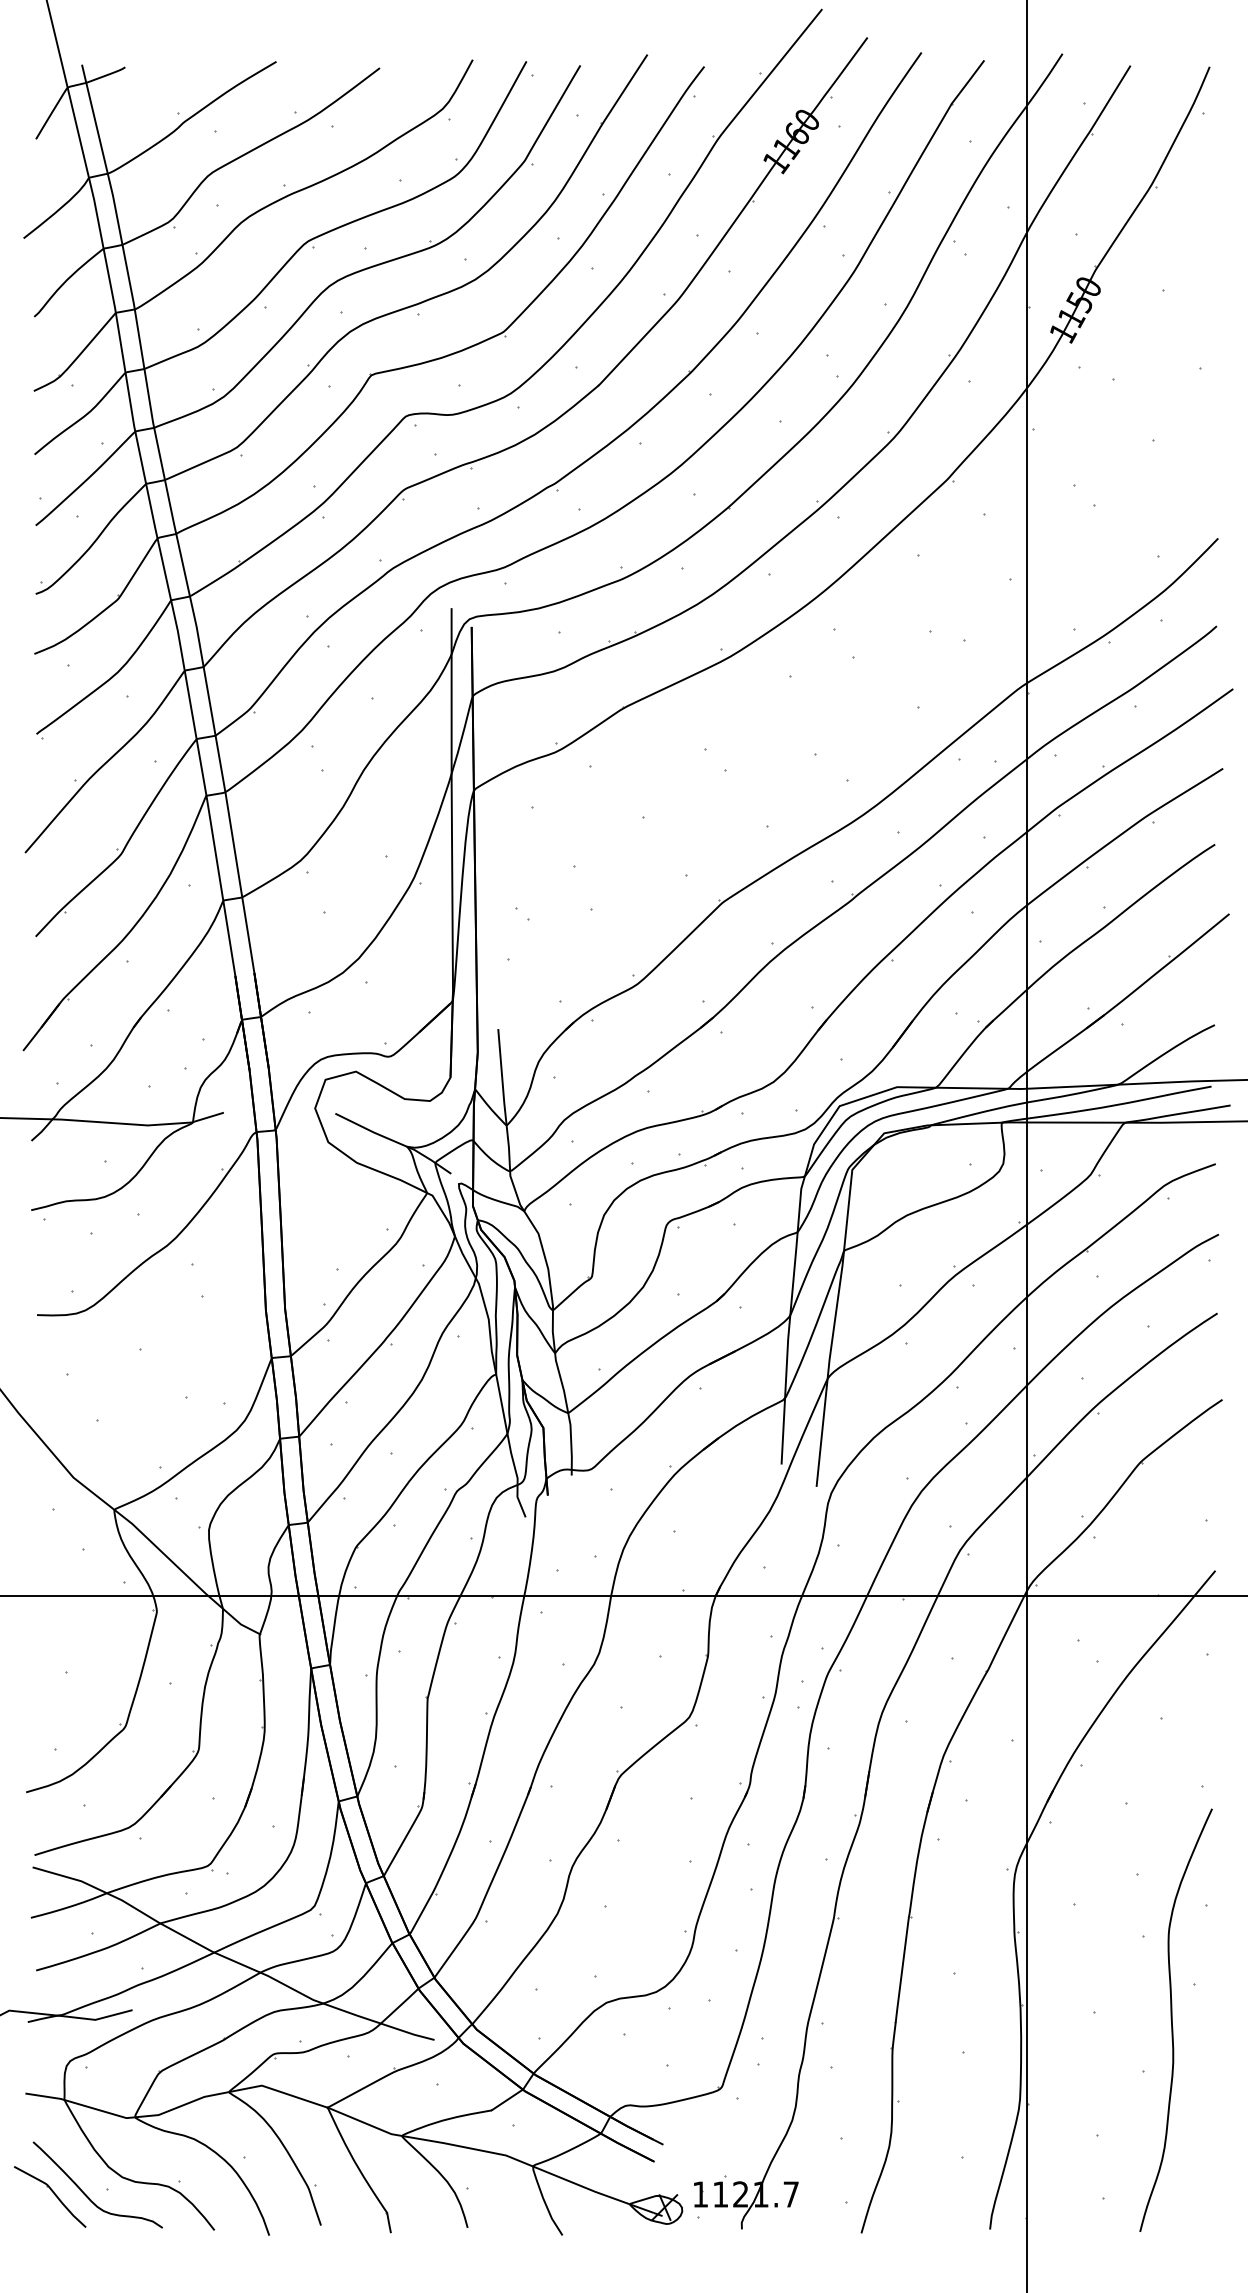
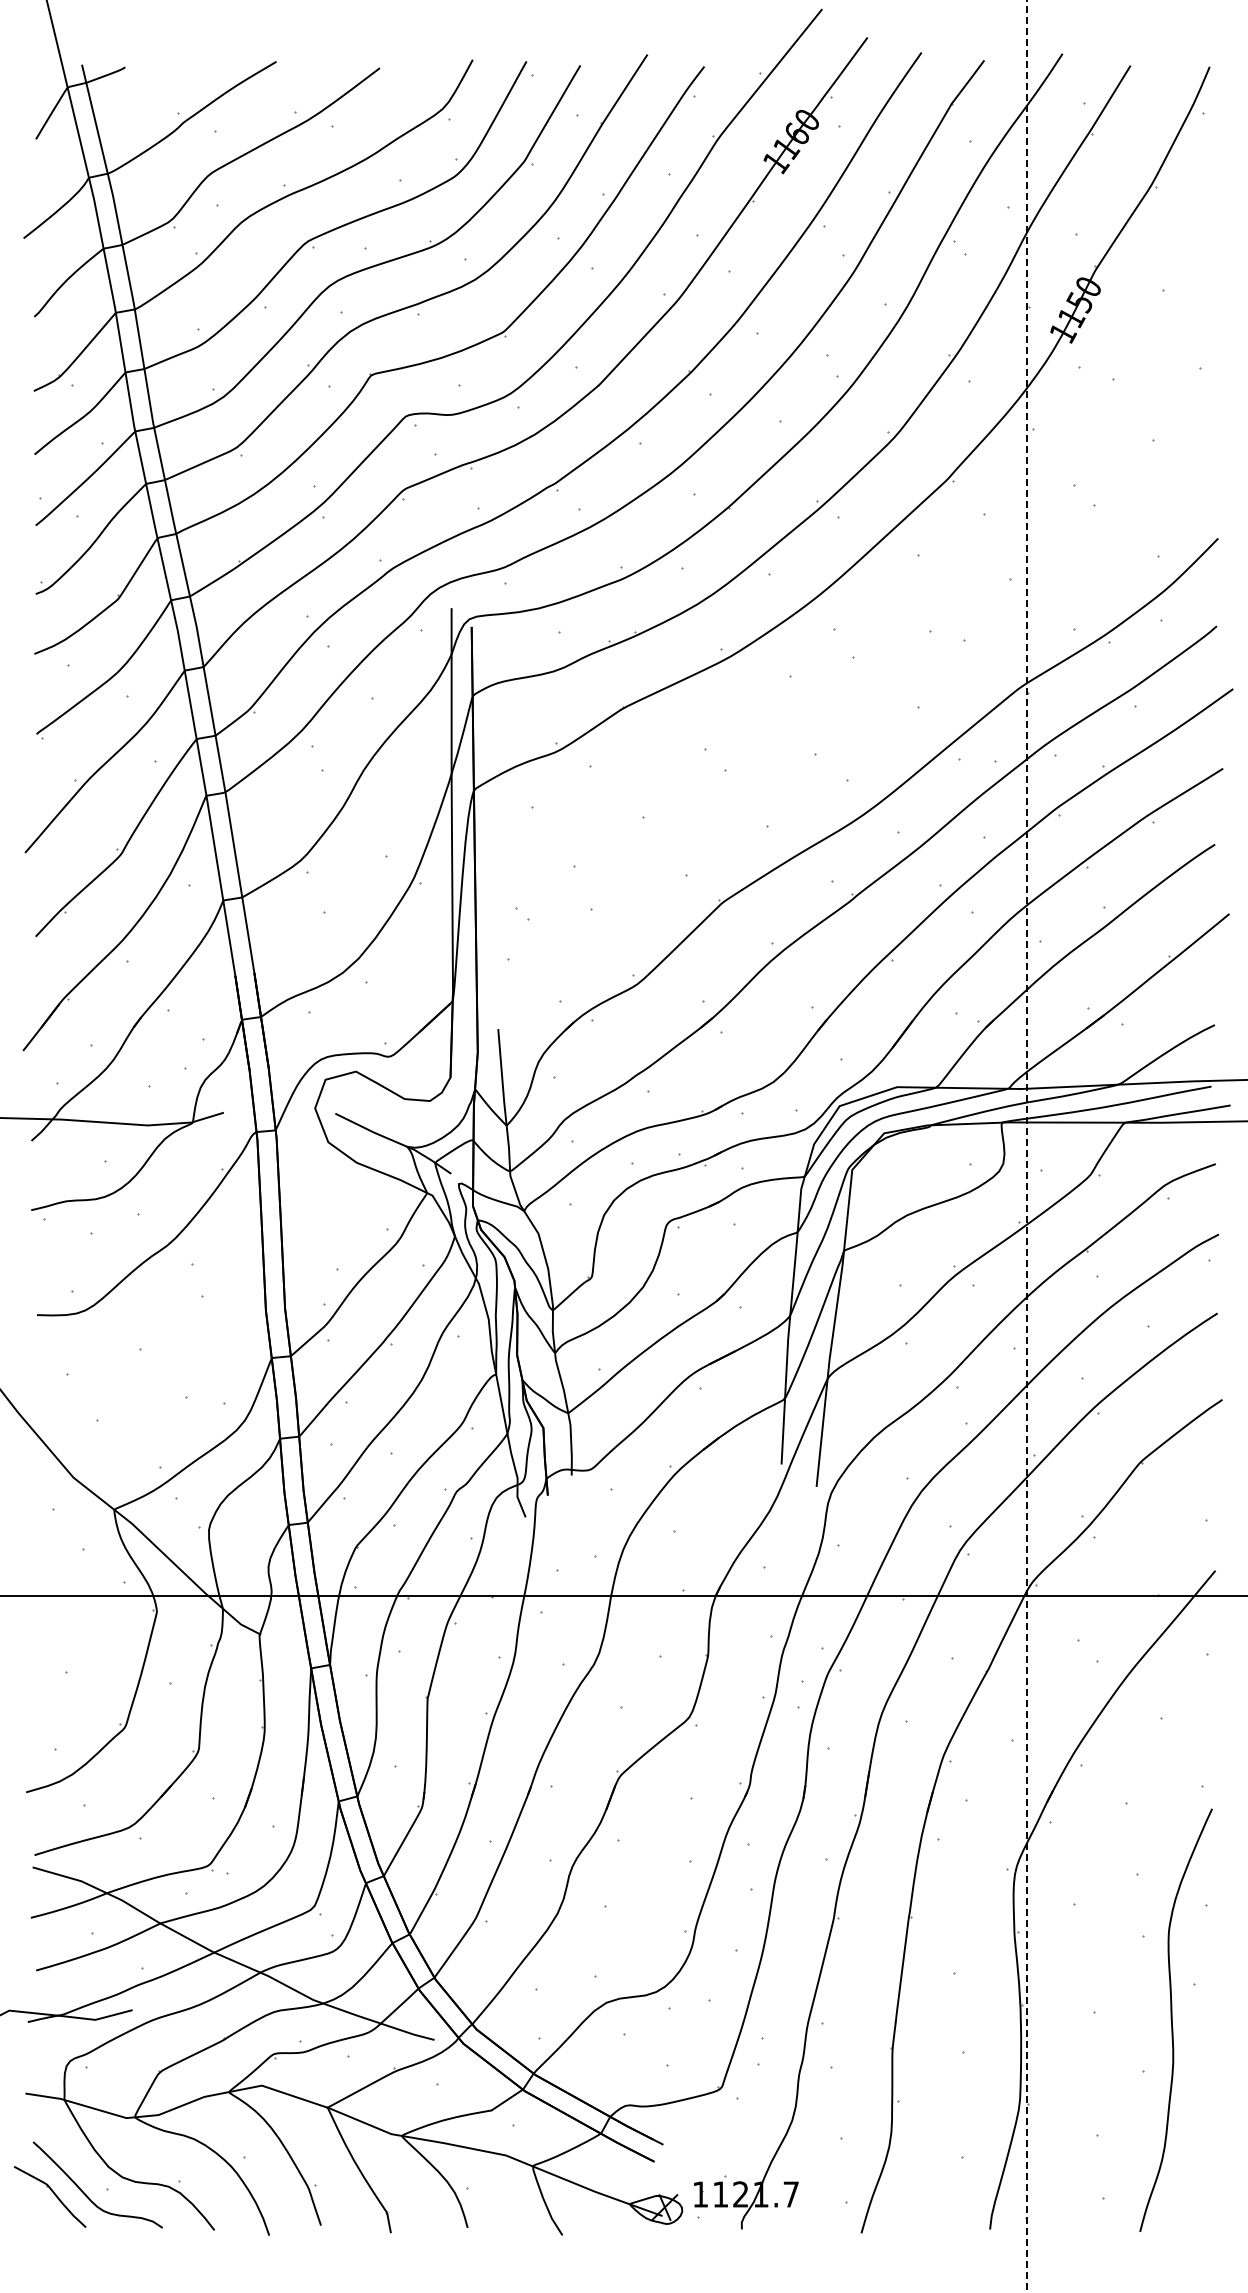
line at (1026, 1146): solid -> dashed
